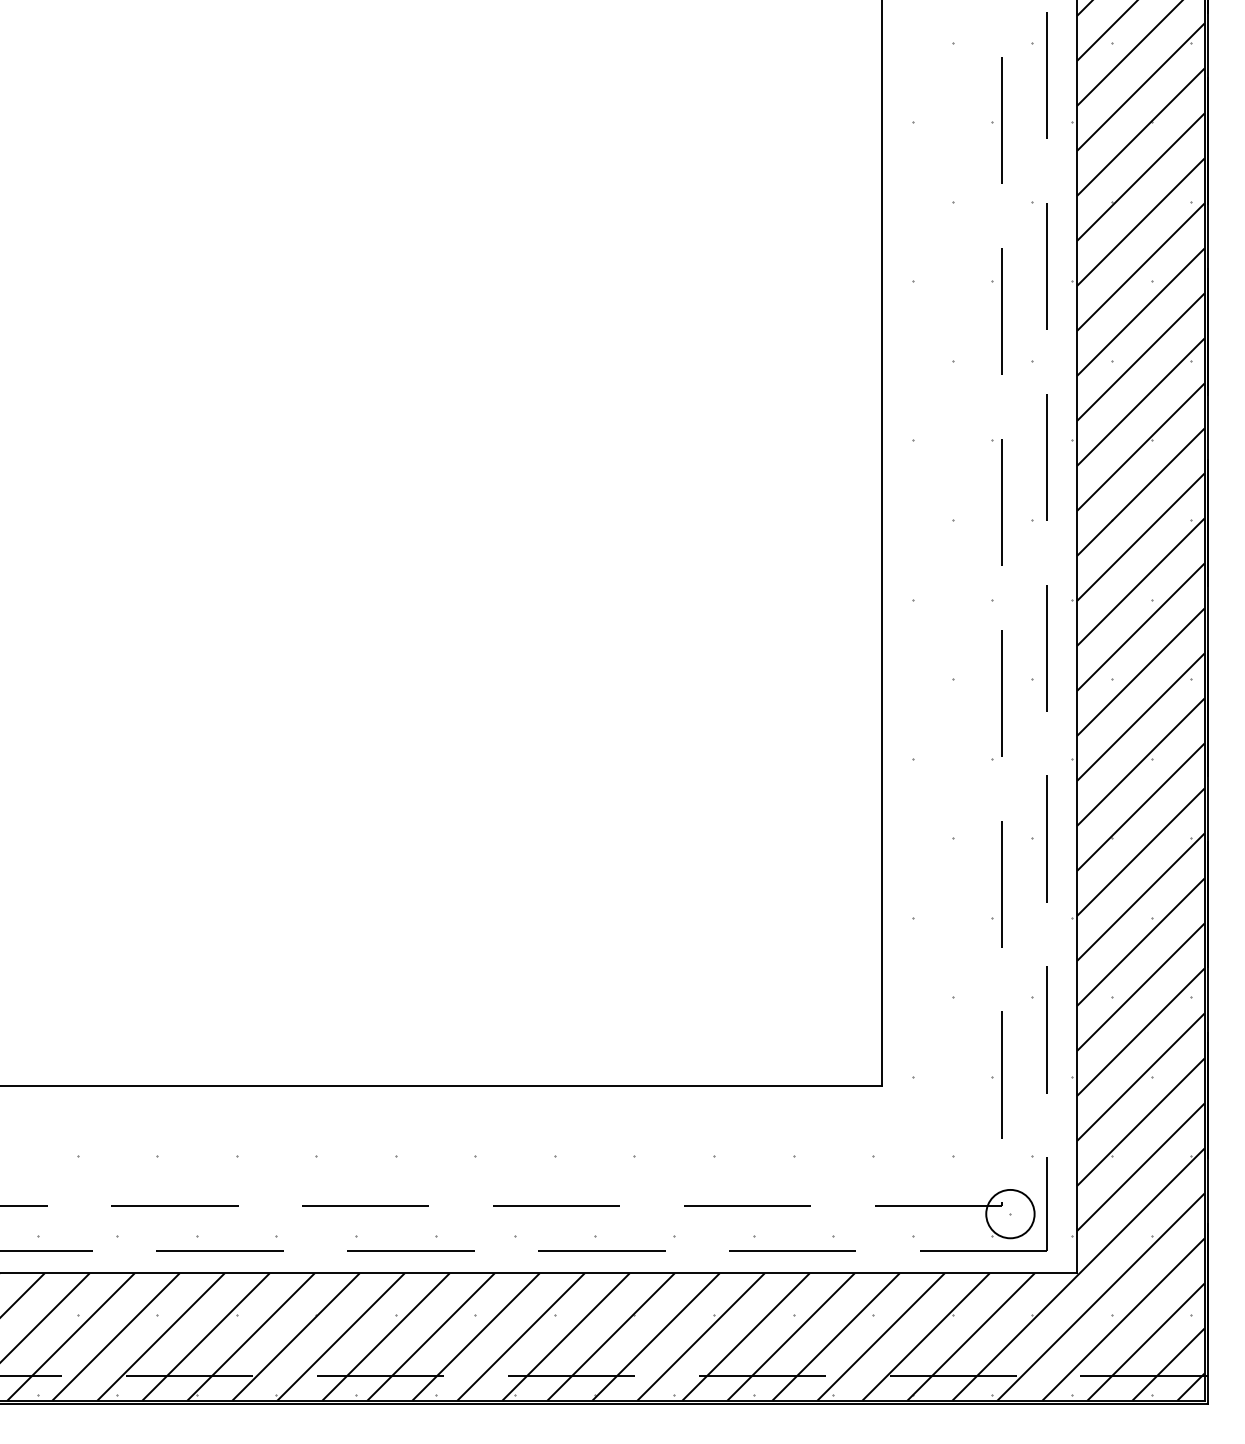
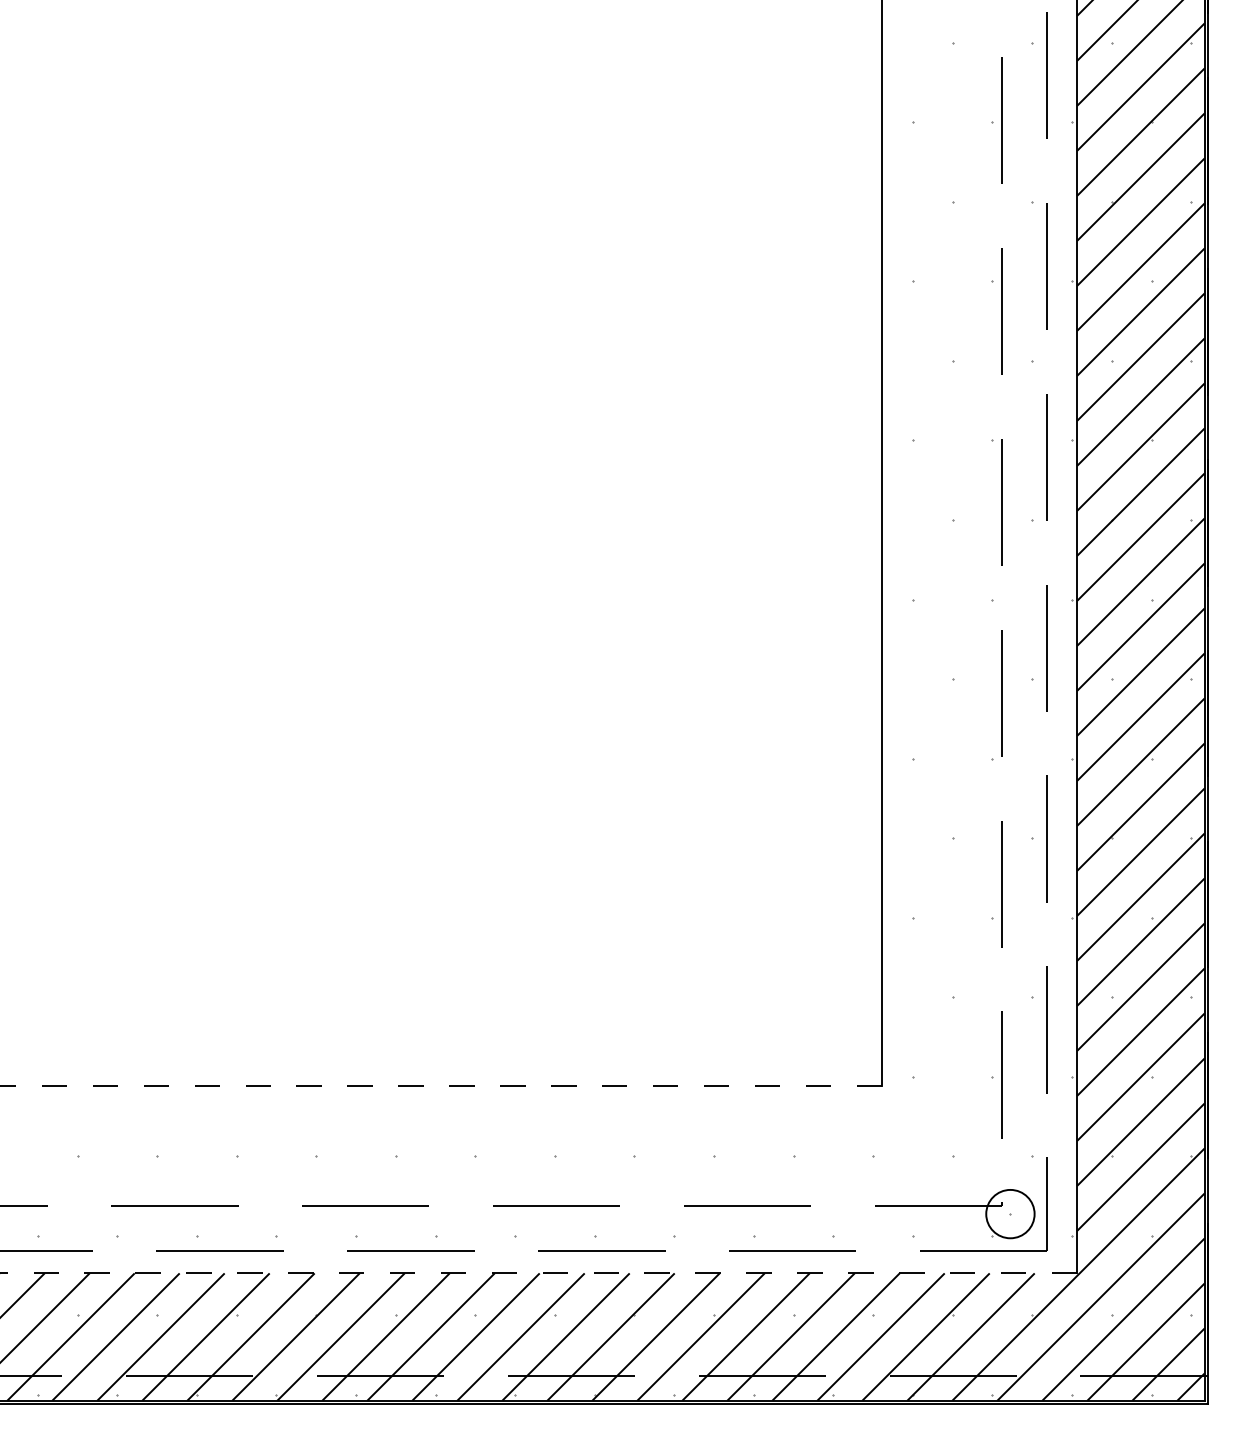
line at (441, 1085): solid -> dashed
line at (538, 1273): solid -> dashed
